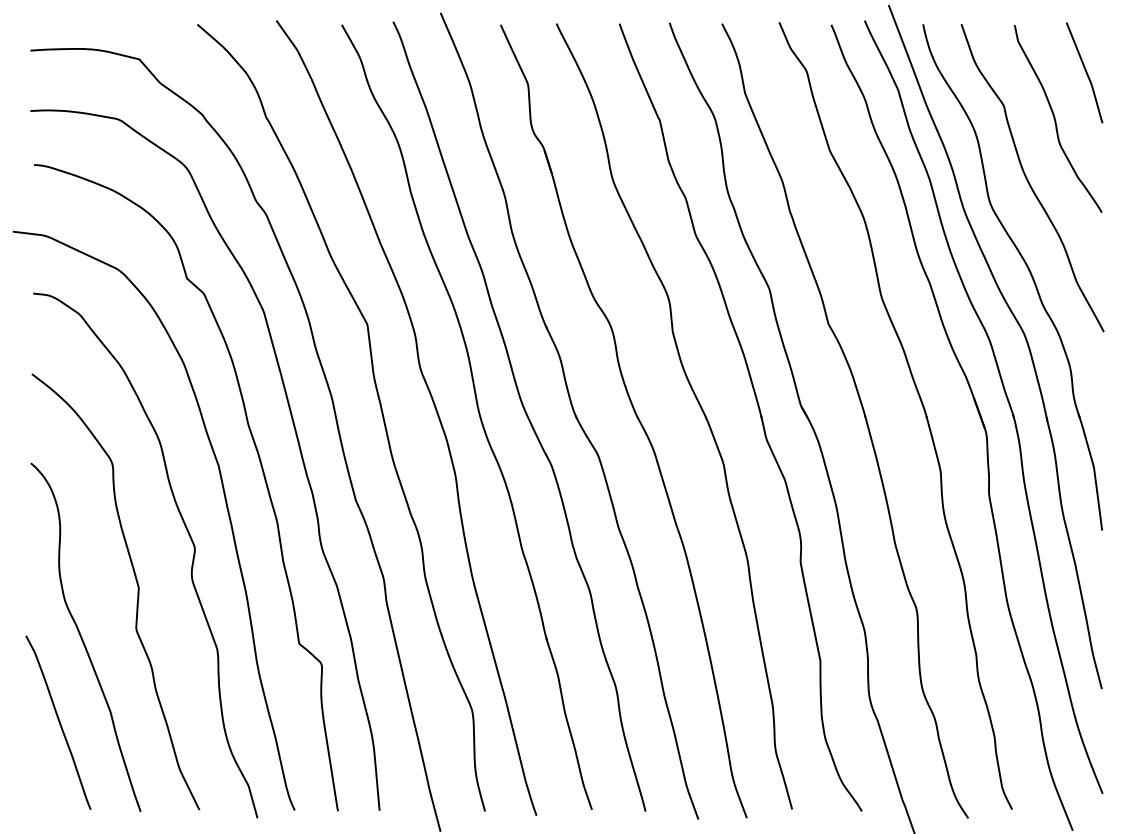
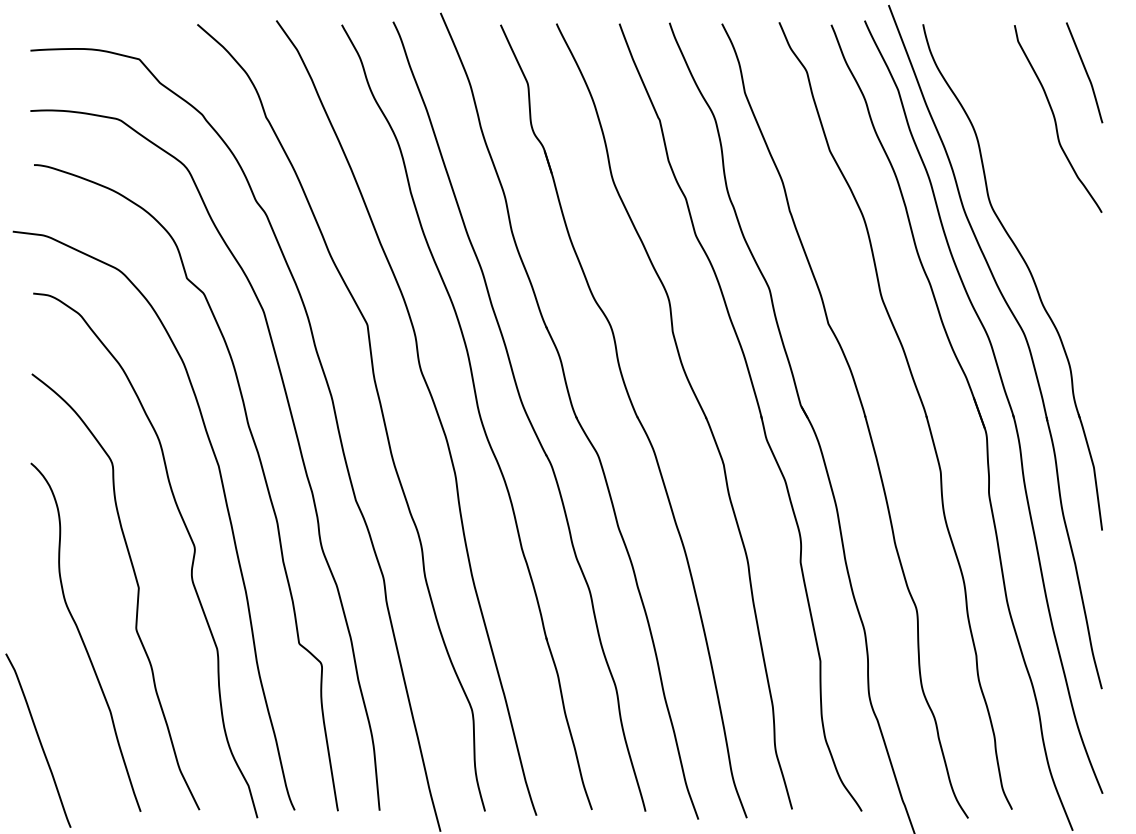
curve at (1028, 179): present -> none
curve at (58, 722) position: (58, 722) -> (38, 740)
